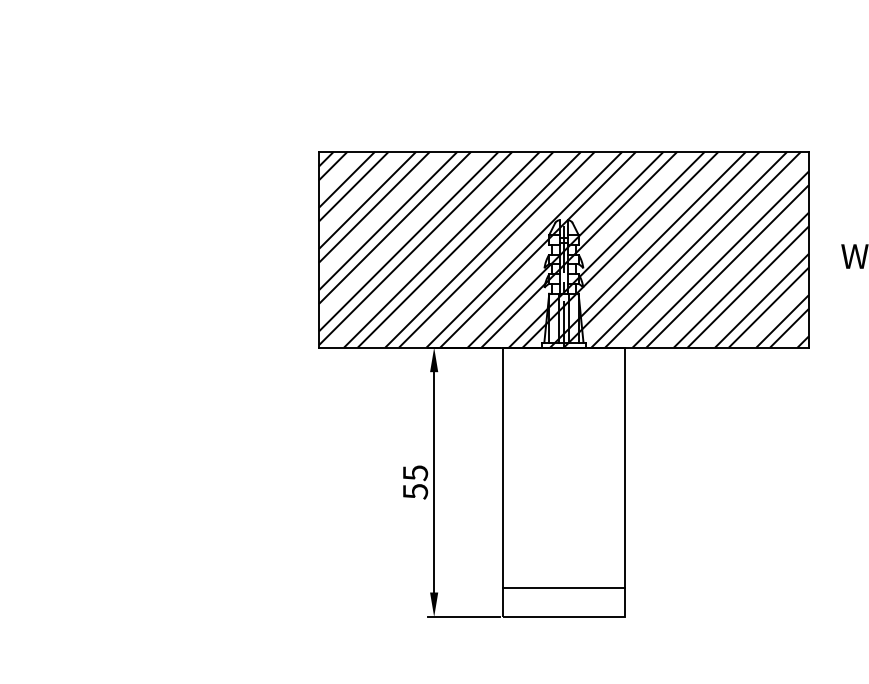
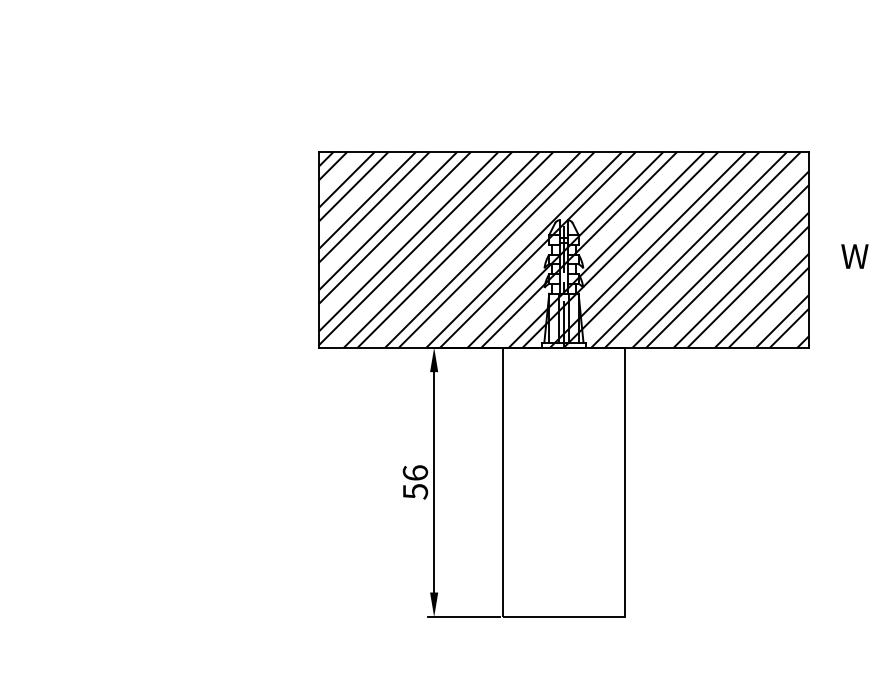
text at (415, 473): 55 -> 56
line at (563, 587): present -> none
